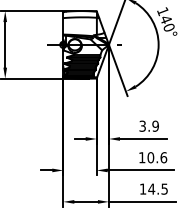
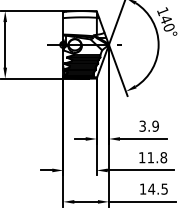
text at (157, 157): 10.6 -> 11.8
